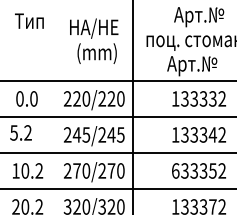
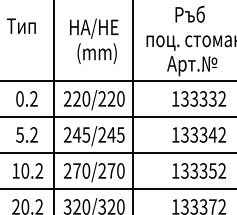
text at (199, 16): Арт.№ -> Ръб
text at (29, 20) position: (29, 20) -> (21, 25)
text at (33, 98): 0.0 -> 0.2
line at (54, 106): none -> present
text at (20, 132) position: (20, 132) -> (26, 134)
text at (175, 170): 633352 -> 133352
